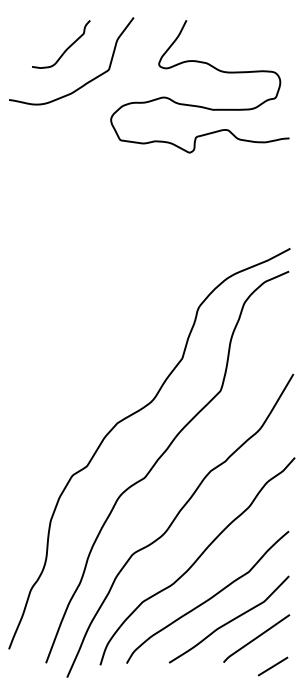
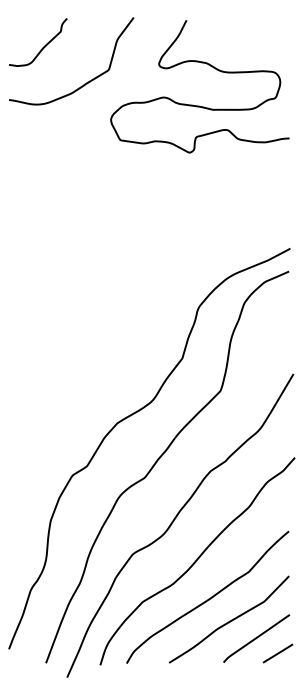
curve at (66, 48) position: (66, 48) -> (43, 46)
line at (273, 666) position: (273, 666) -> (278, 653)
